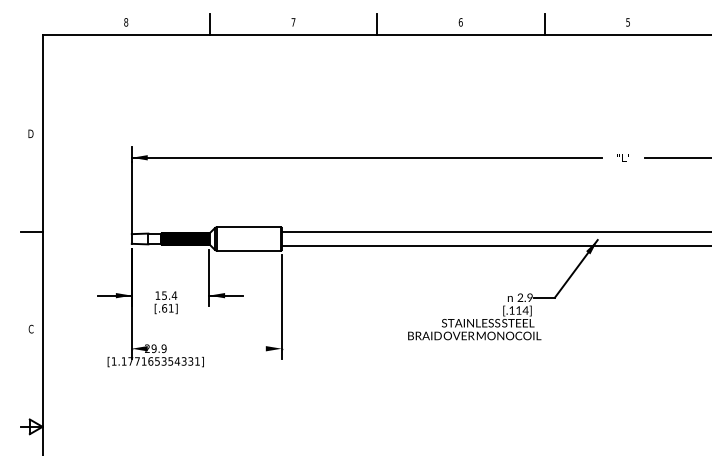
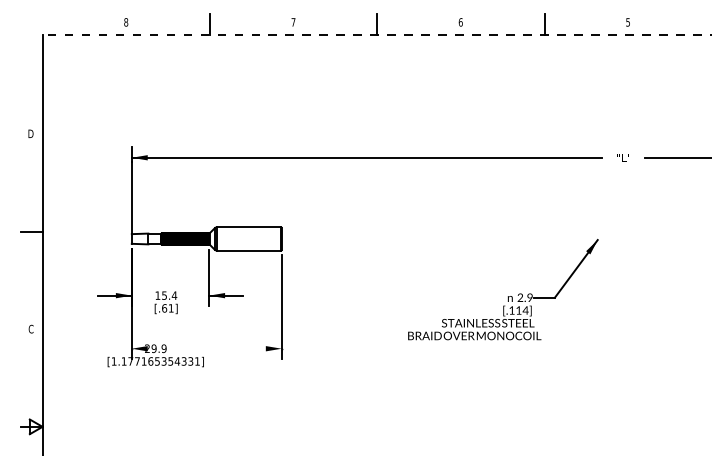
line at (376, 35): solid -> dashed
line at (494, 231): present -> none
line at (494, 246): present -> none
